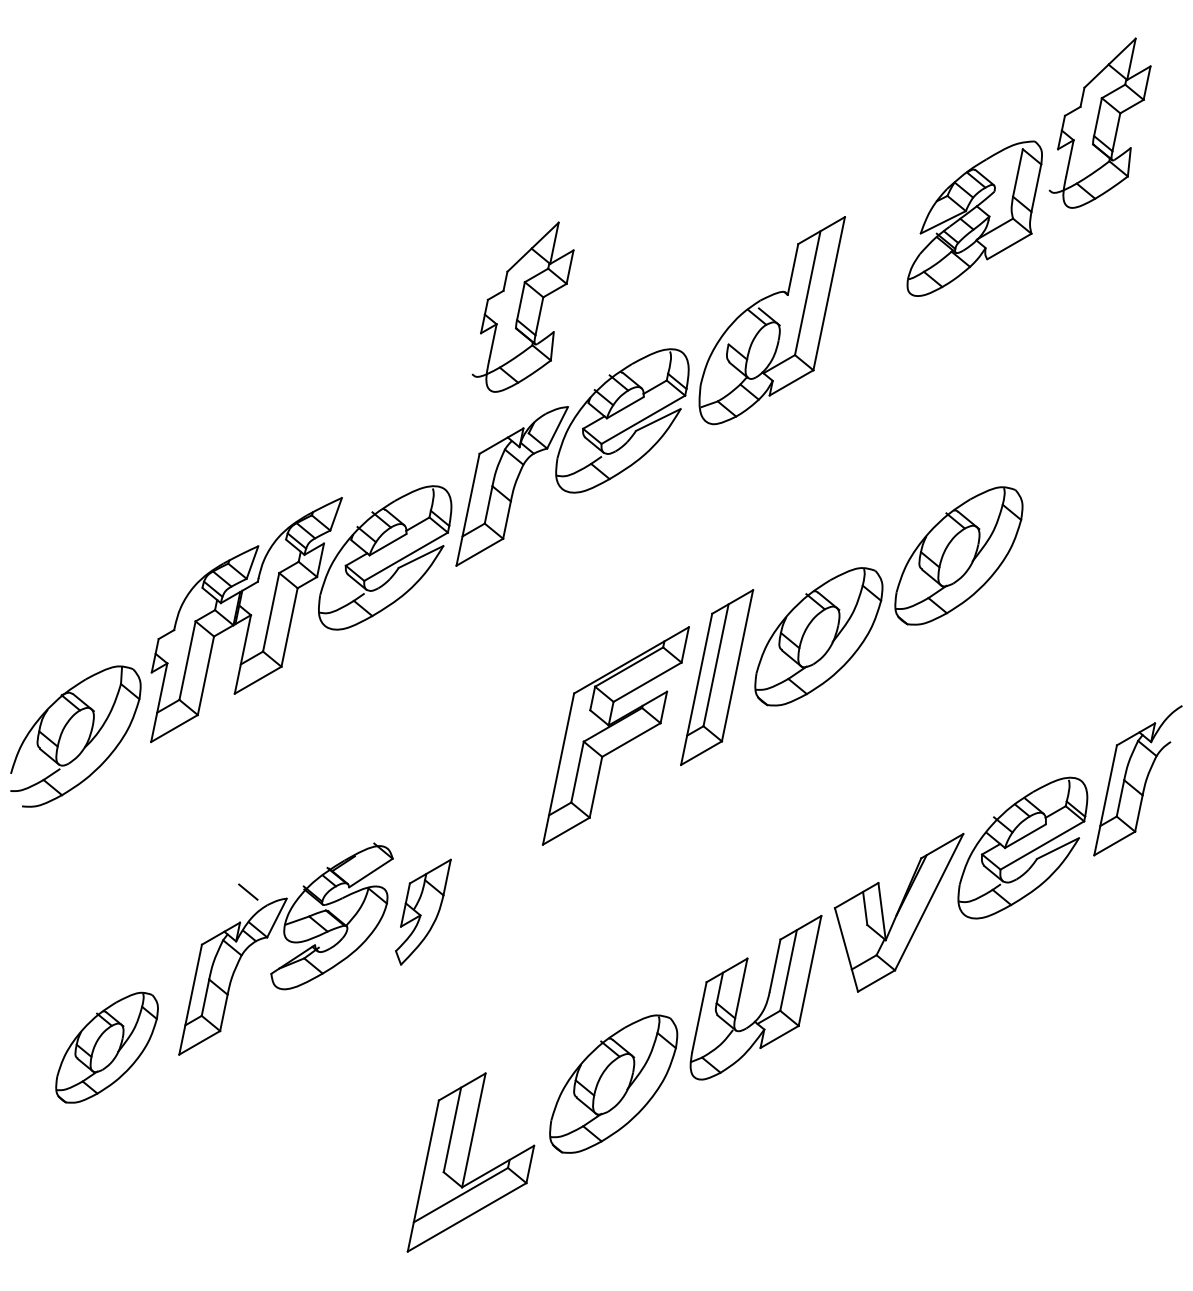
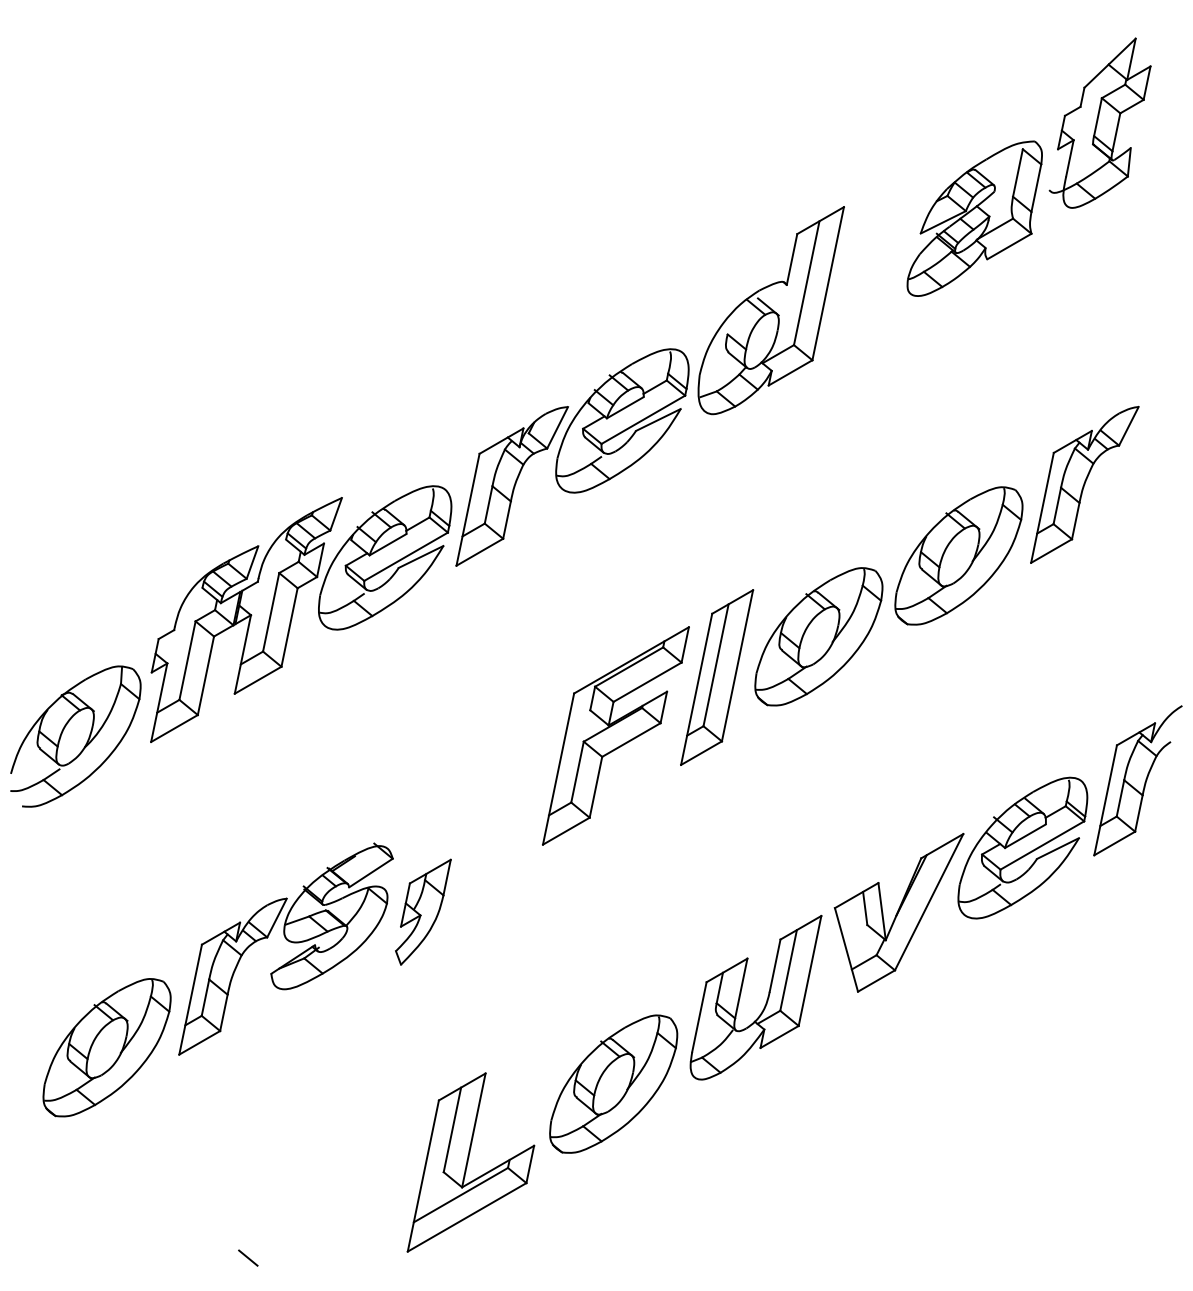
part at (522, 306): present -> none
part at (771, 320) position: (771, 320) -> (770, 310)
part at (1084, 484): none -> present
line at (248, 891) position: (248, 891) -> (248, 1257)
part at (106, 1047) size: 104x113 px -> 130x140 px
